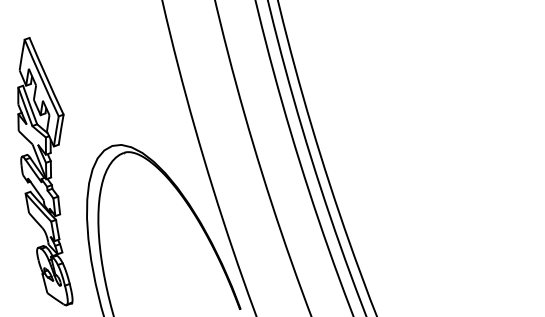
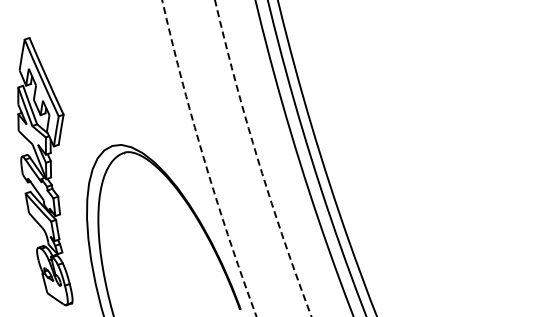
circle at (209, 158): solid -> dashed
circle at (263, 158): solid -> dashed
